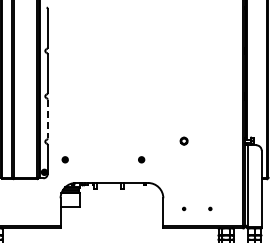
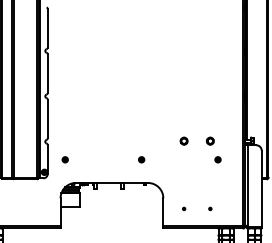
line at (47, 119): dashed -> solid
part at (210, 140): none -> present
part at (217, 159): none -> present
